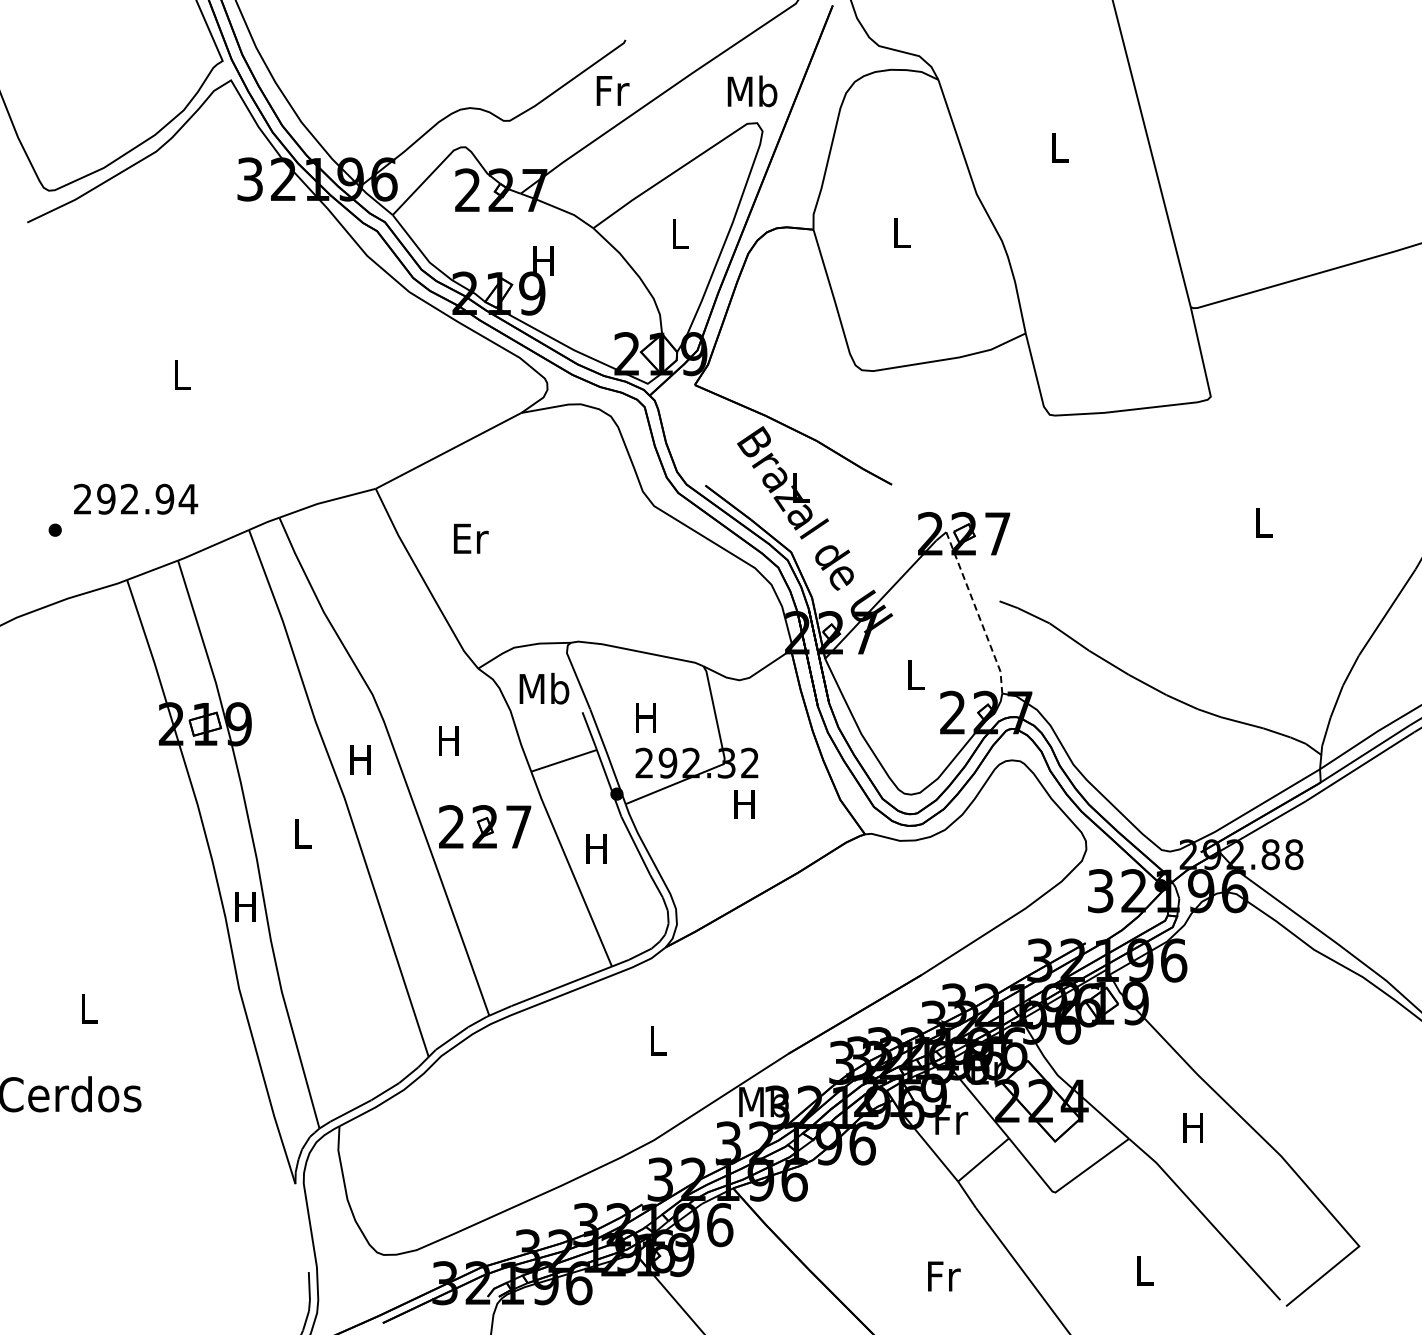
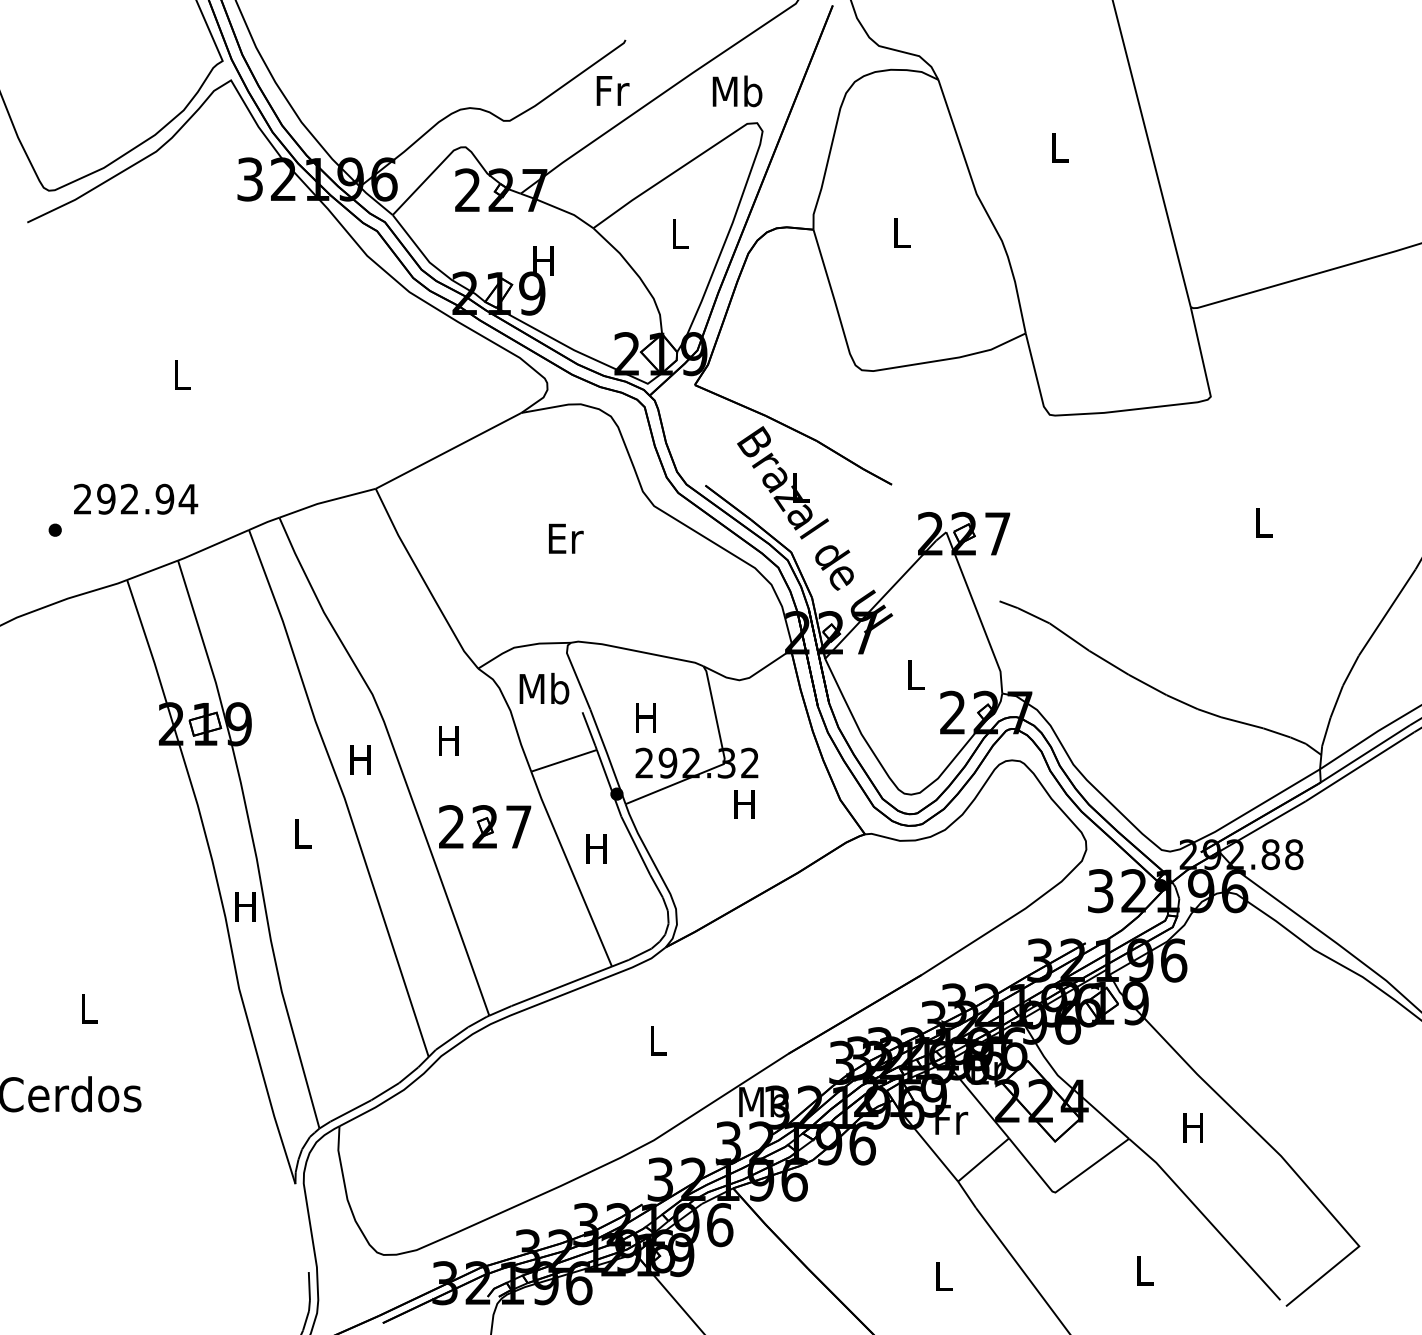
text at (752, 91) position: (752, 91) -> (737, 91)
text at (471, 538) position: (471, 538) -> (566, 538)
line at (977, 613): dashed -> solid
text at (944, 1276): Fr -> L
